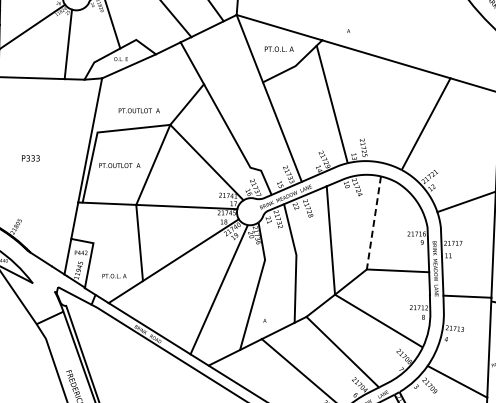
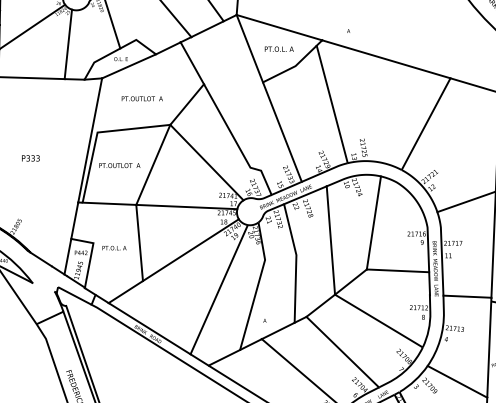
text at (138, 110) position: (138, 110) -> (141, 98)
line at (373, 223): dashed -> solid
text at (114, 276) position: (114, 276) -> (114, 248)
